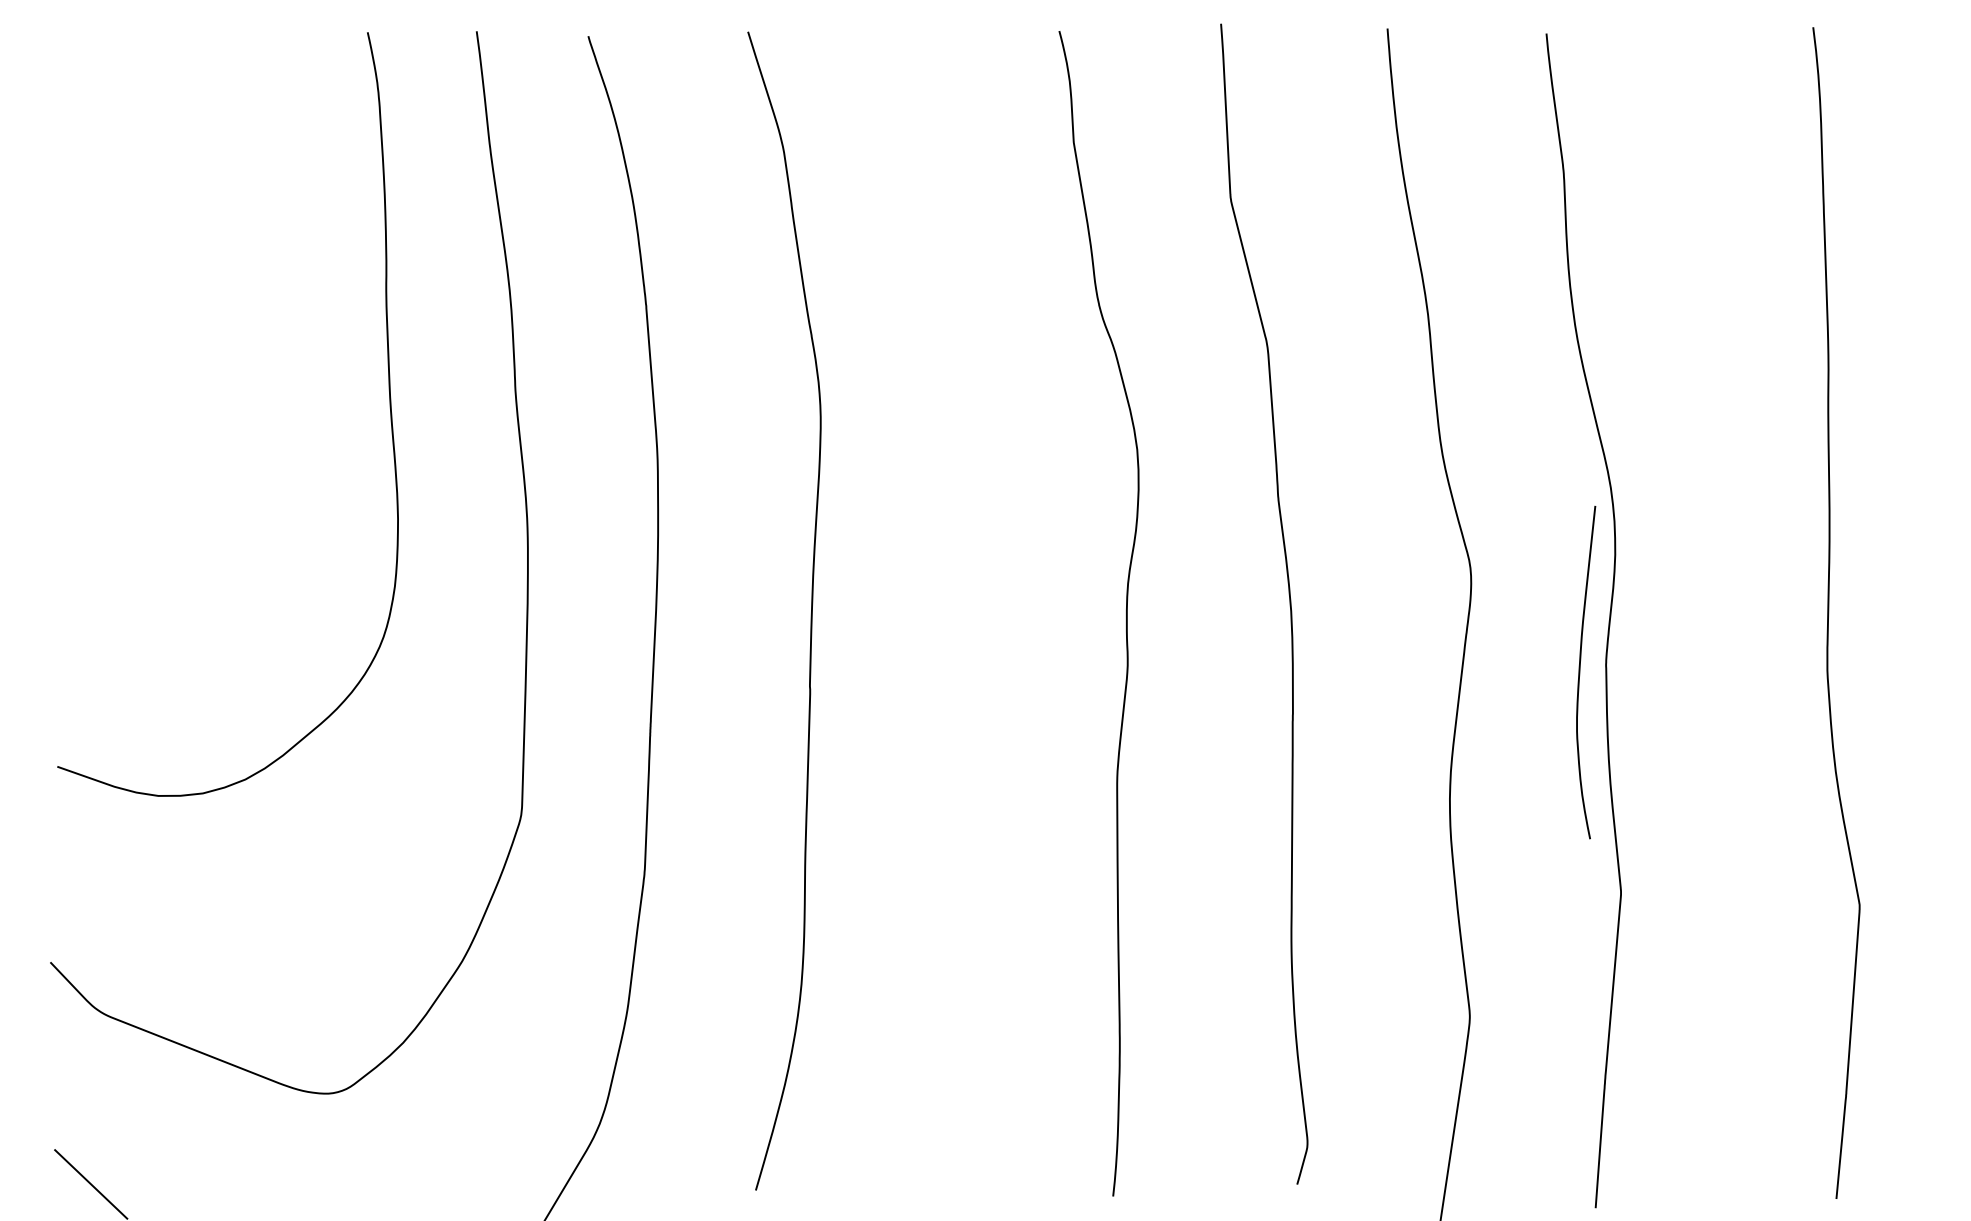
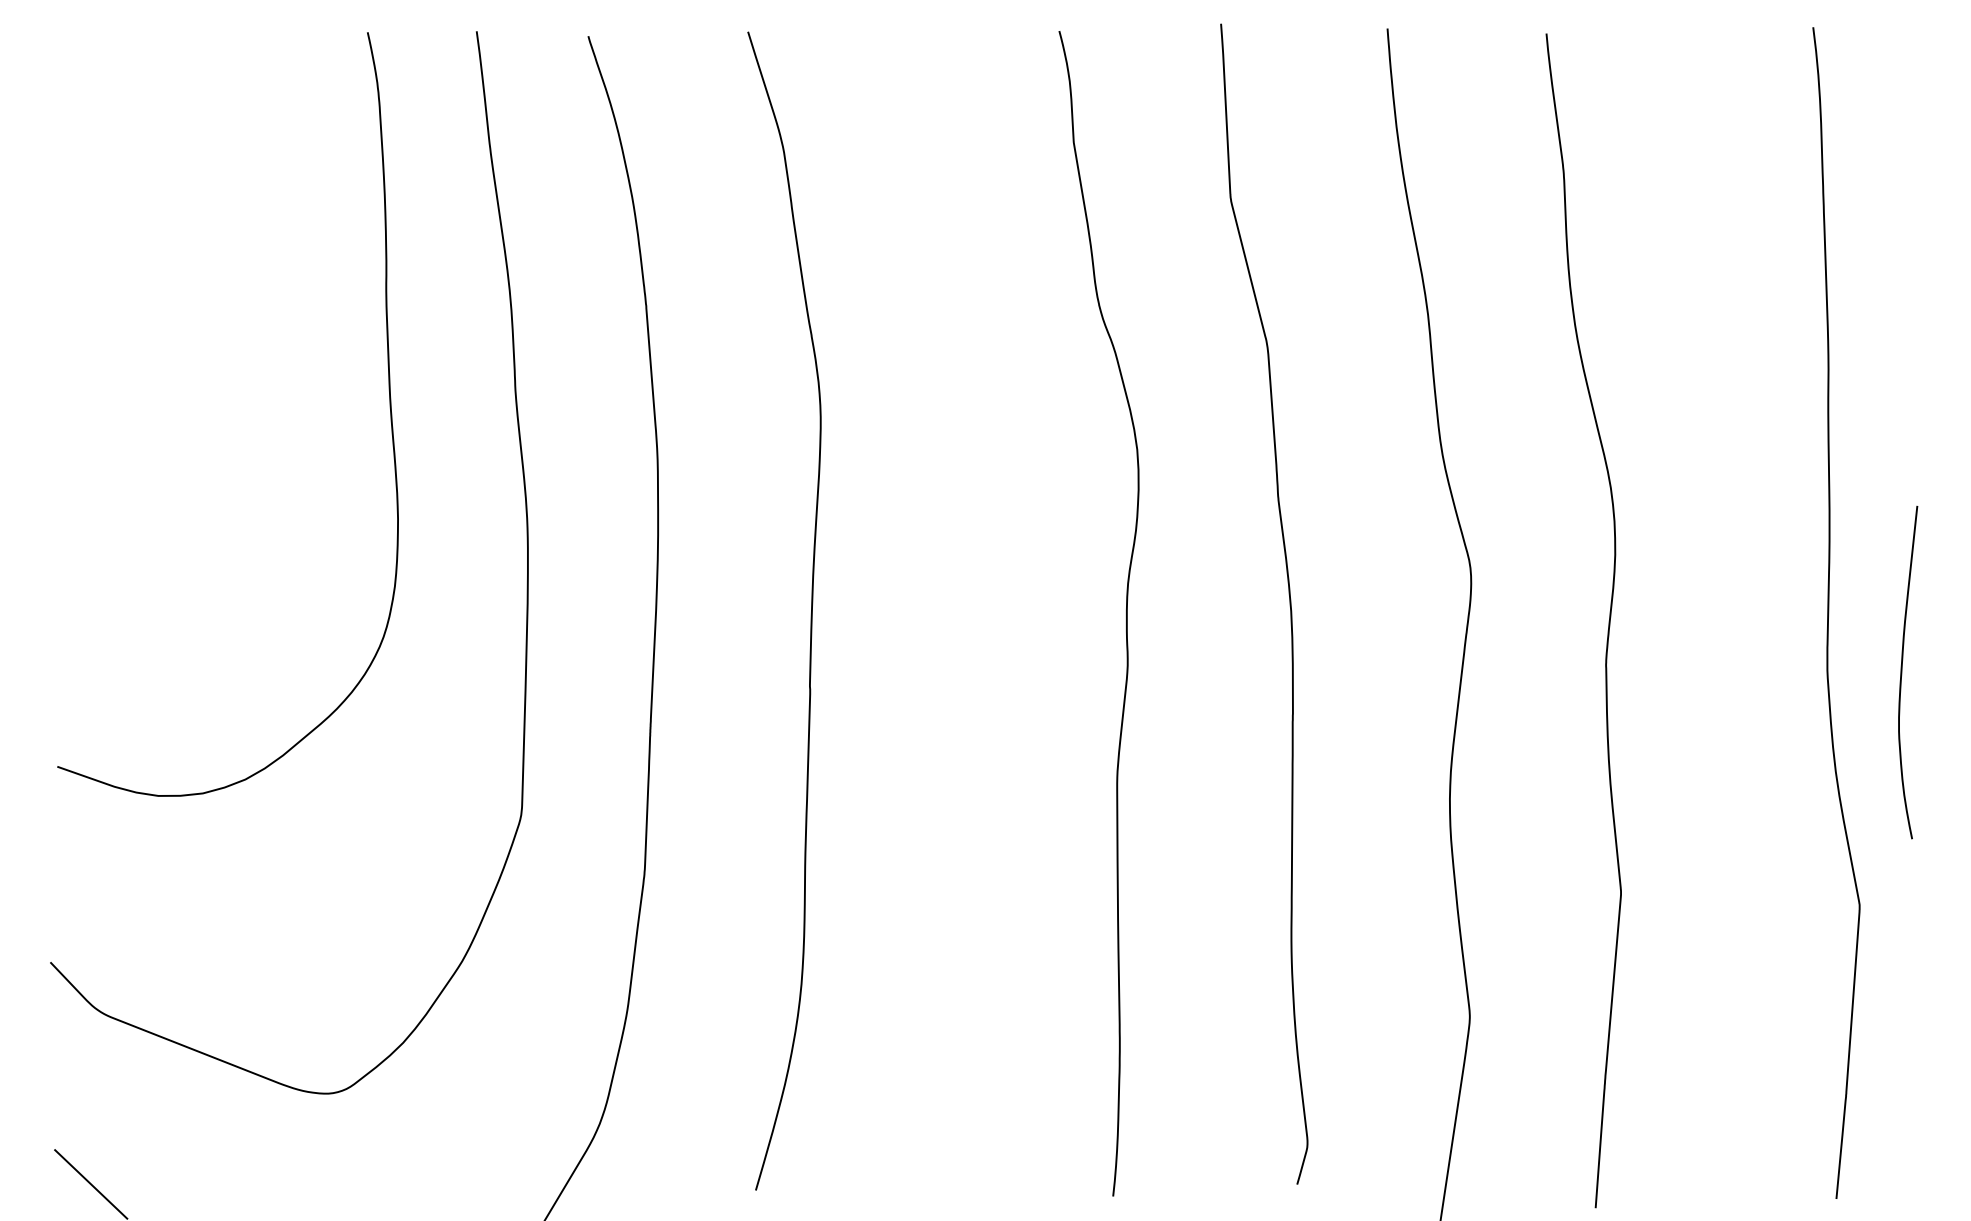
curve at (1580, 672) position: (1580, 672) -> (1902, 672)
